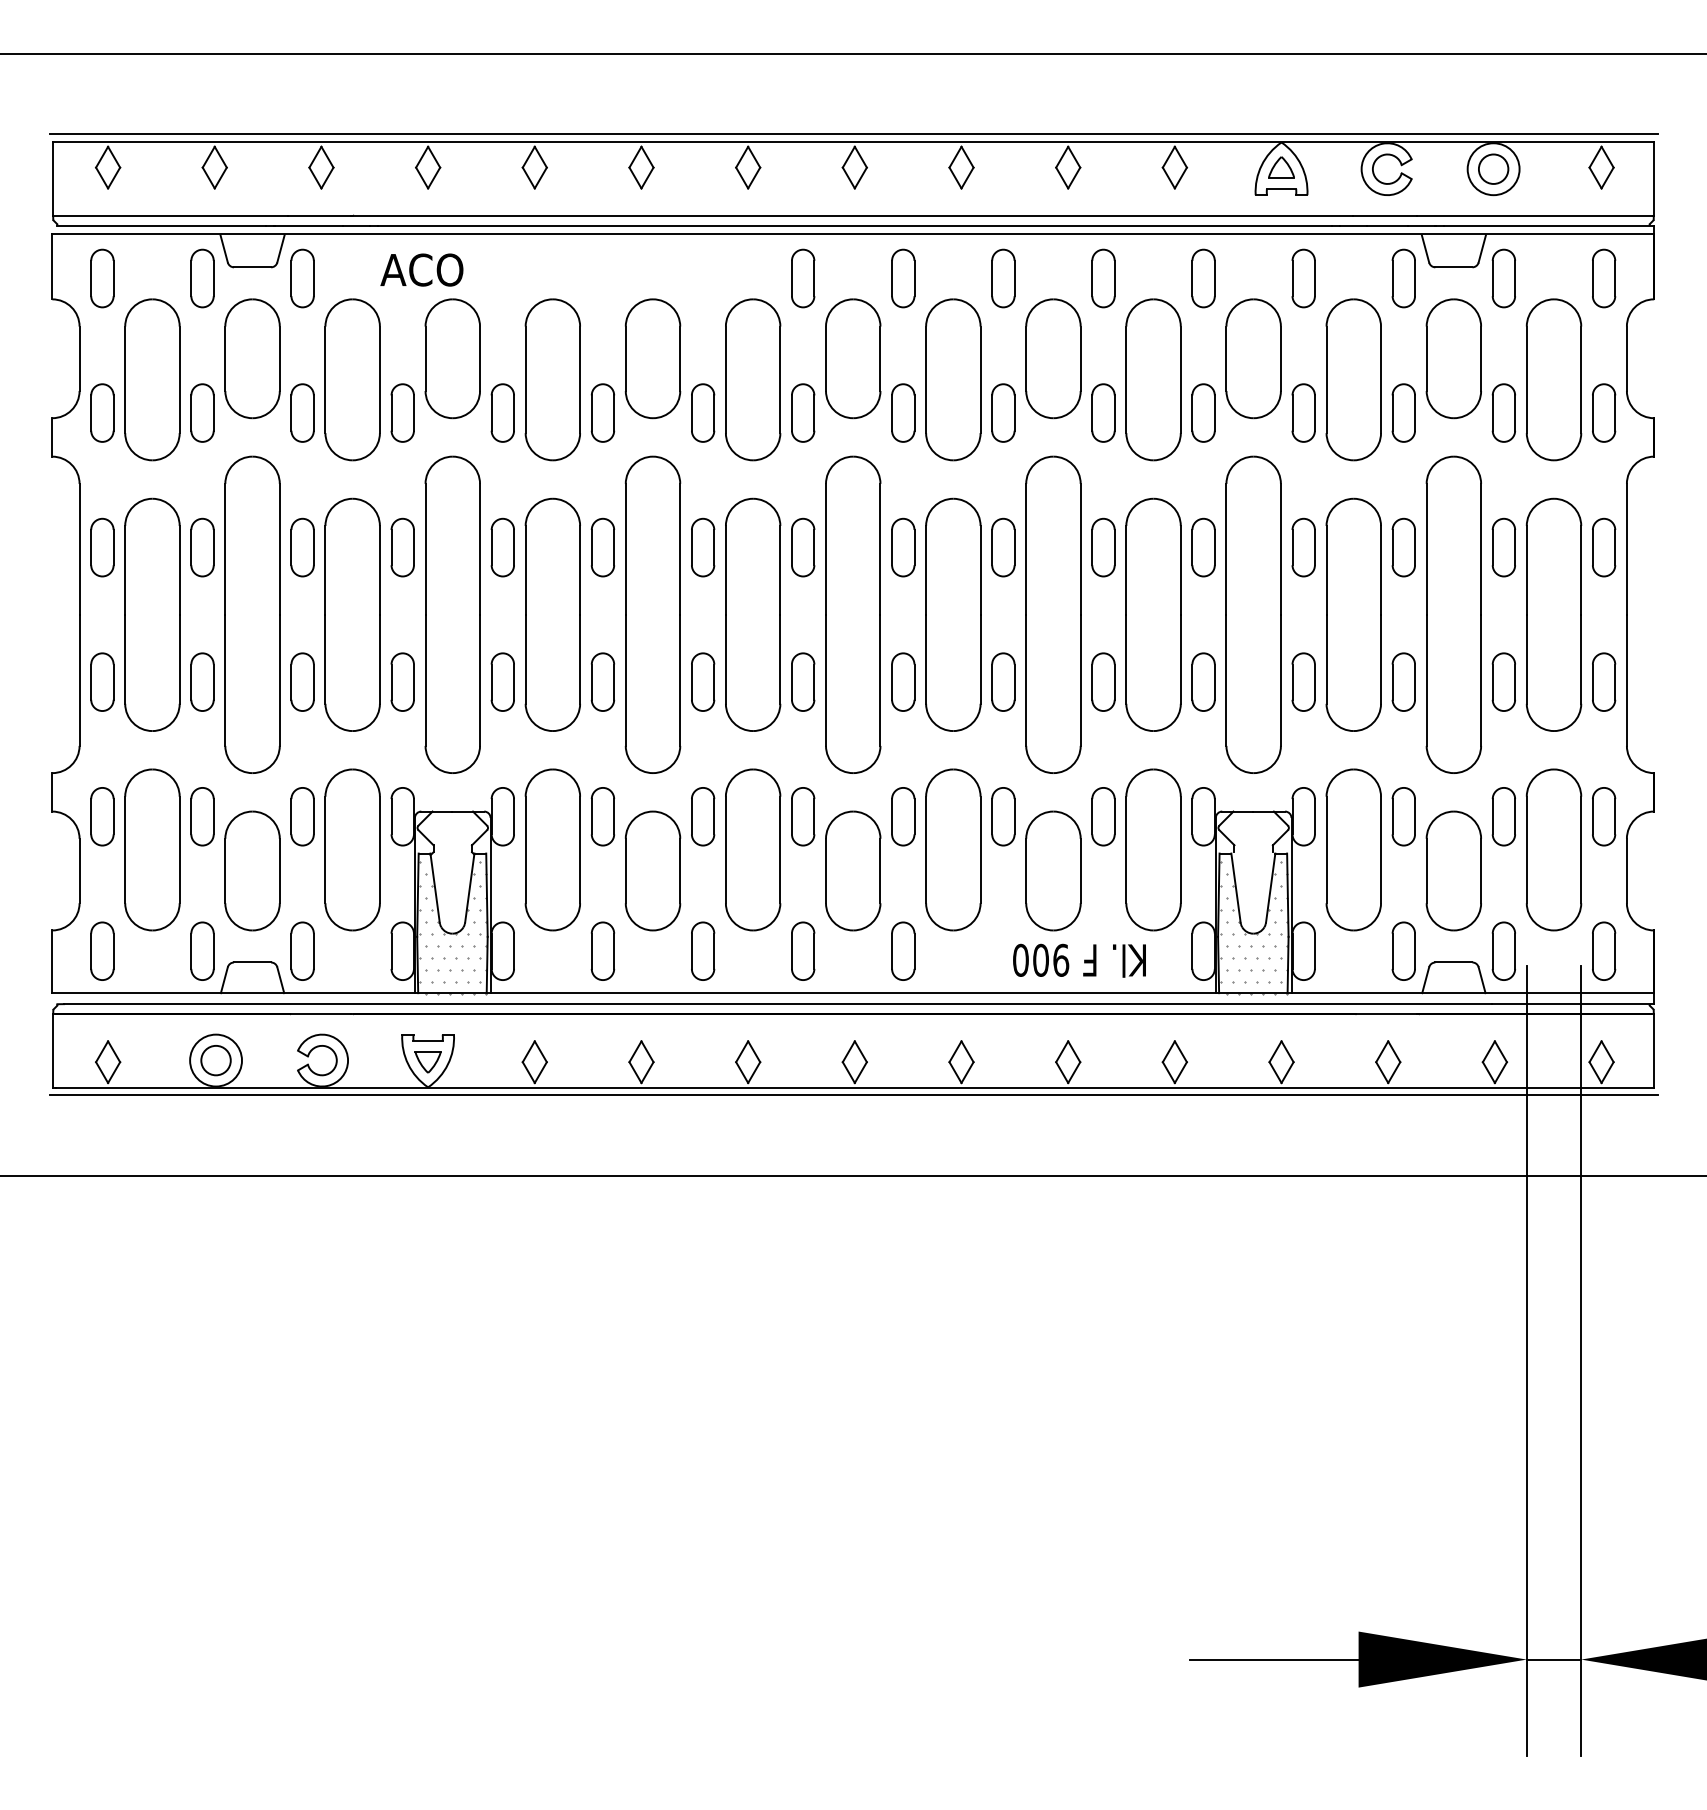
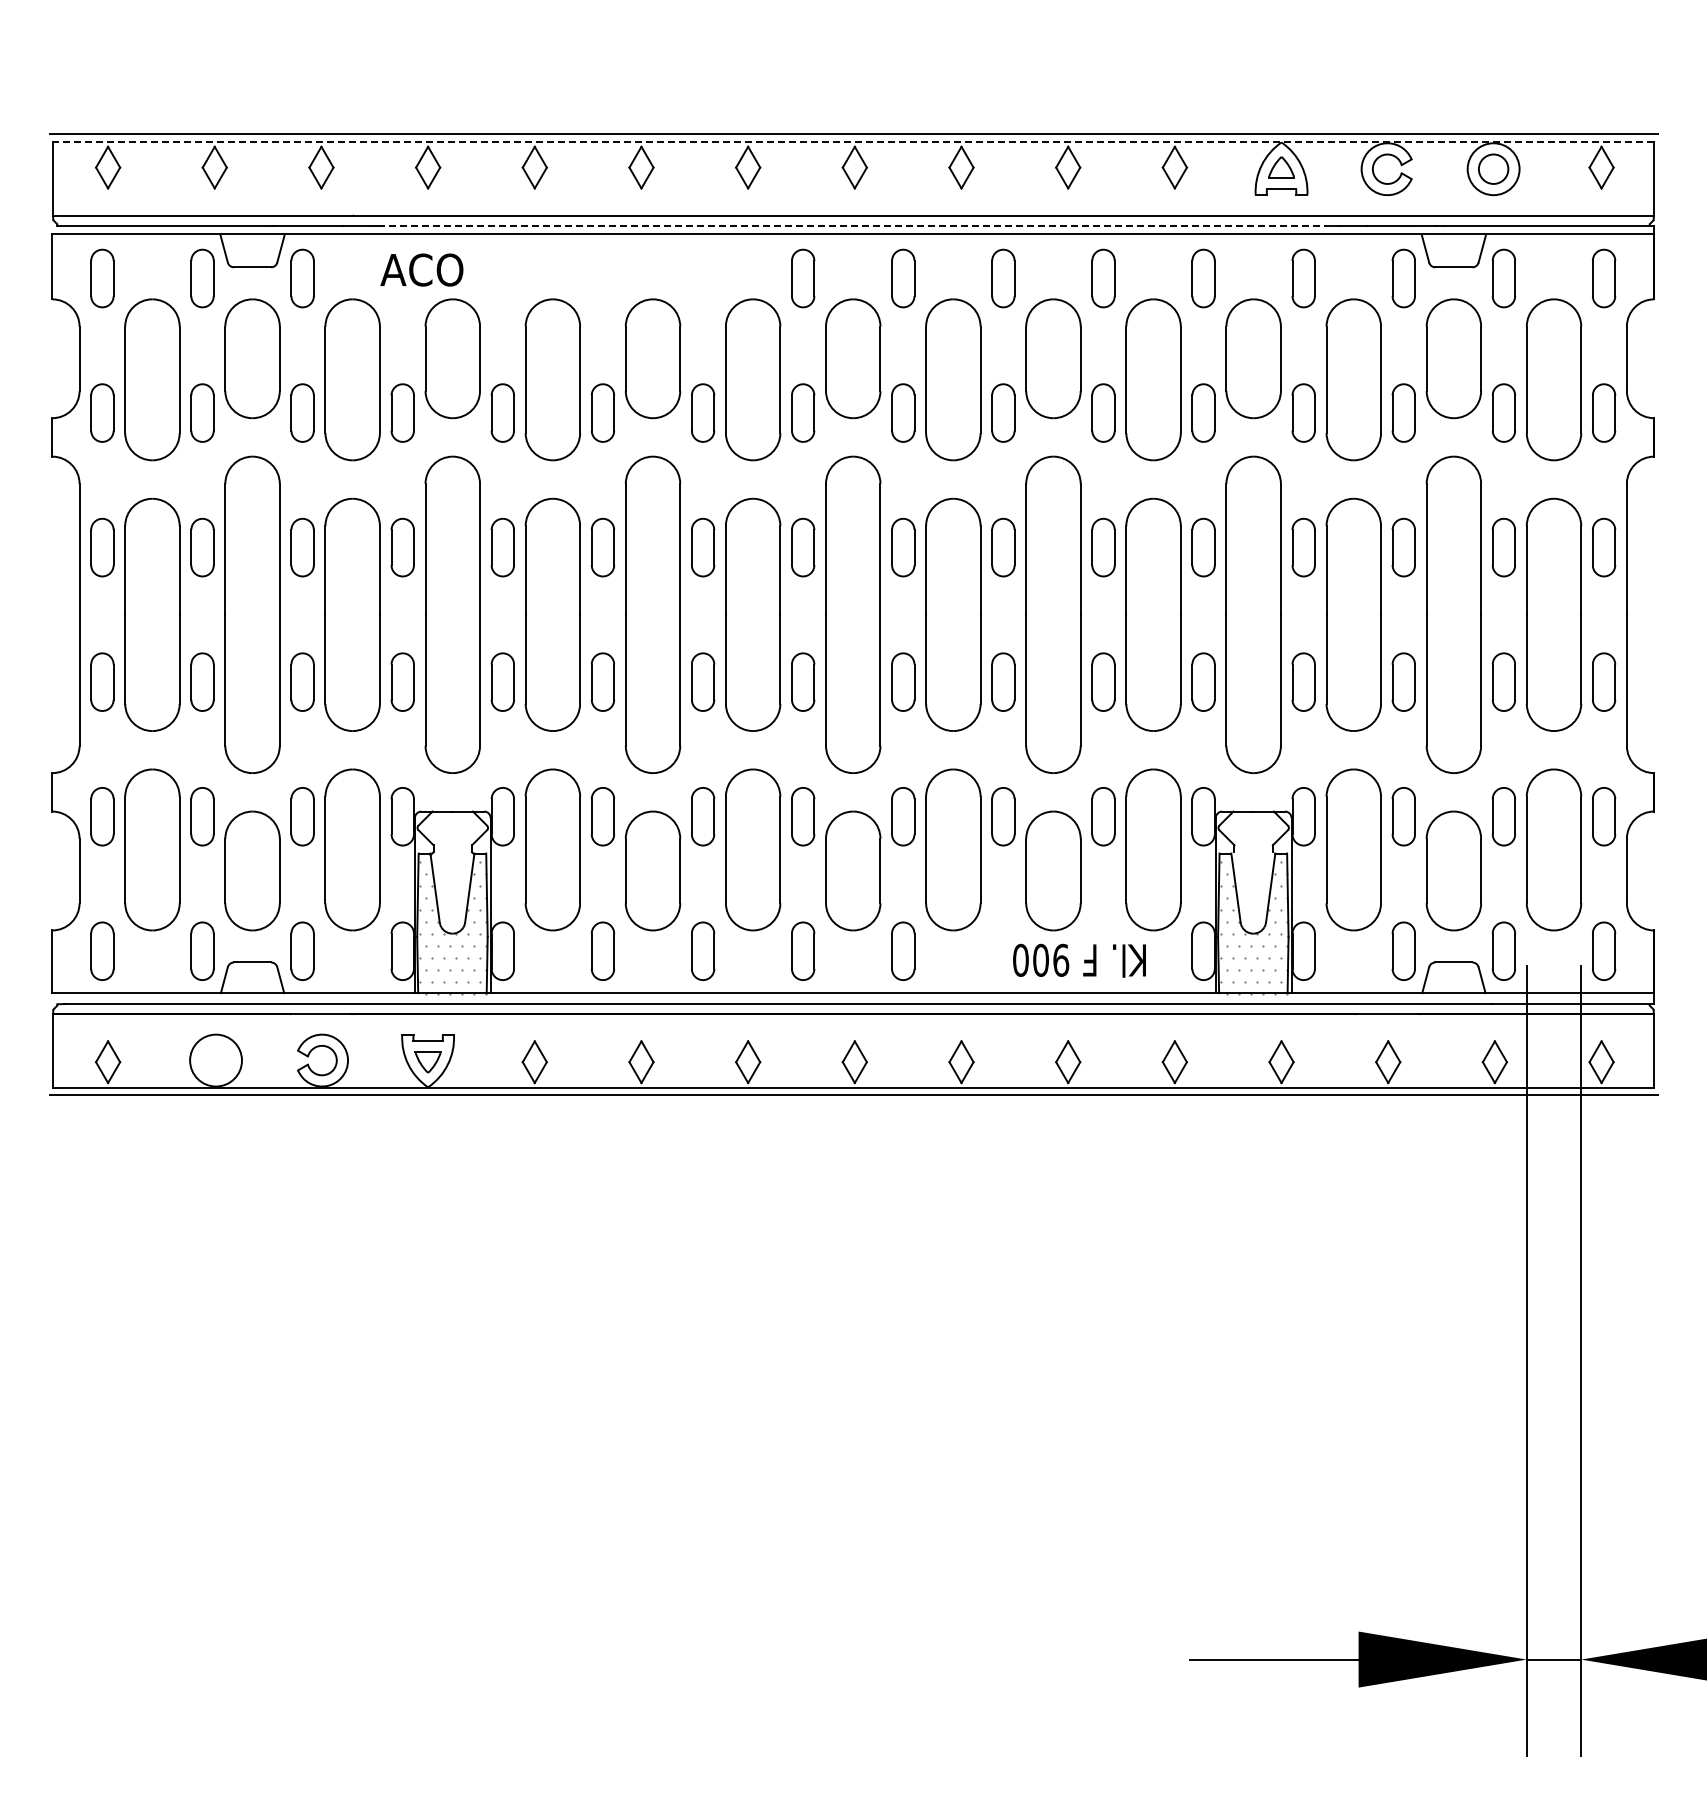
line at (852, 54): present -> none
line at (853, 141): solid -> dashed
line at (854, 225): solid -> dashed
circle at (215, 1060): present -> none
line at (852, 1175): present -> none
